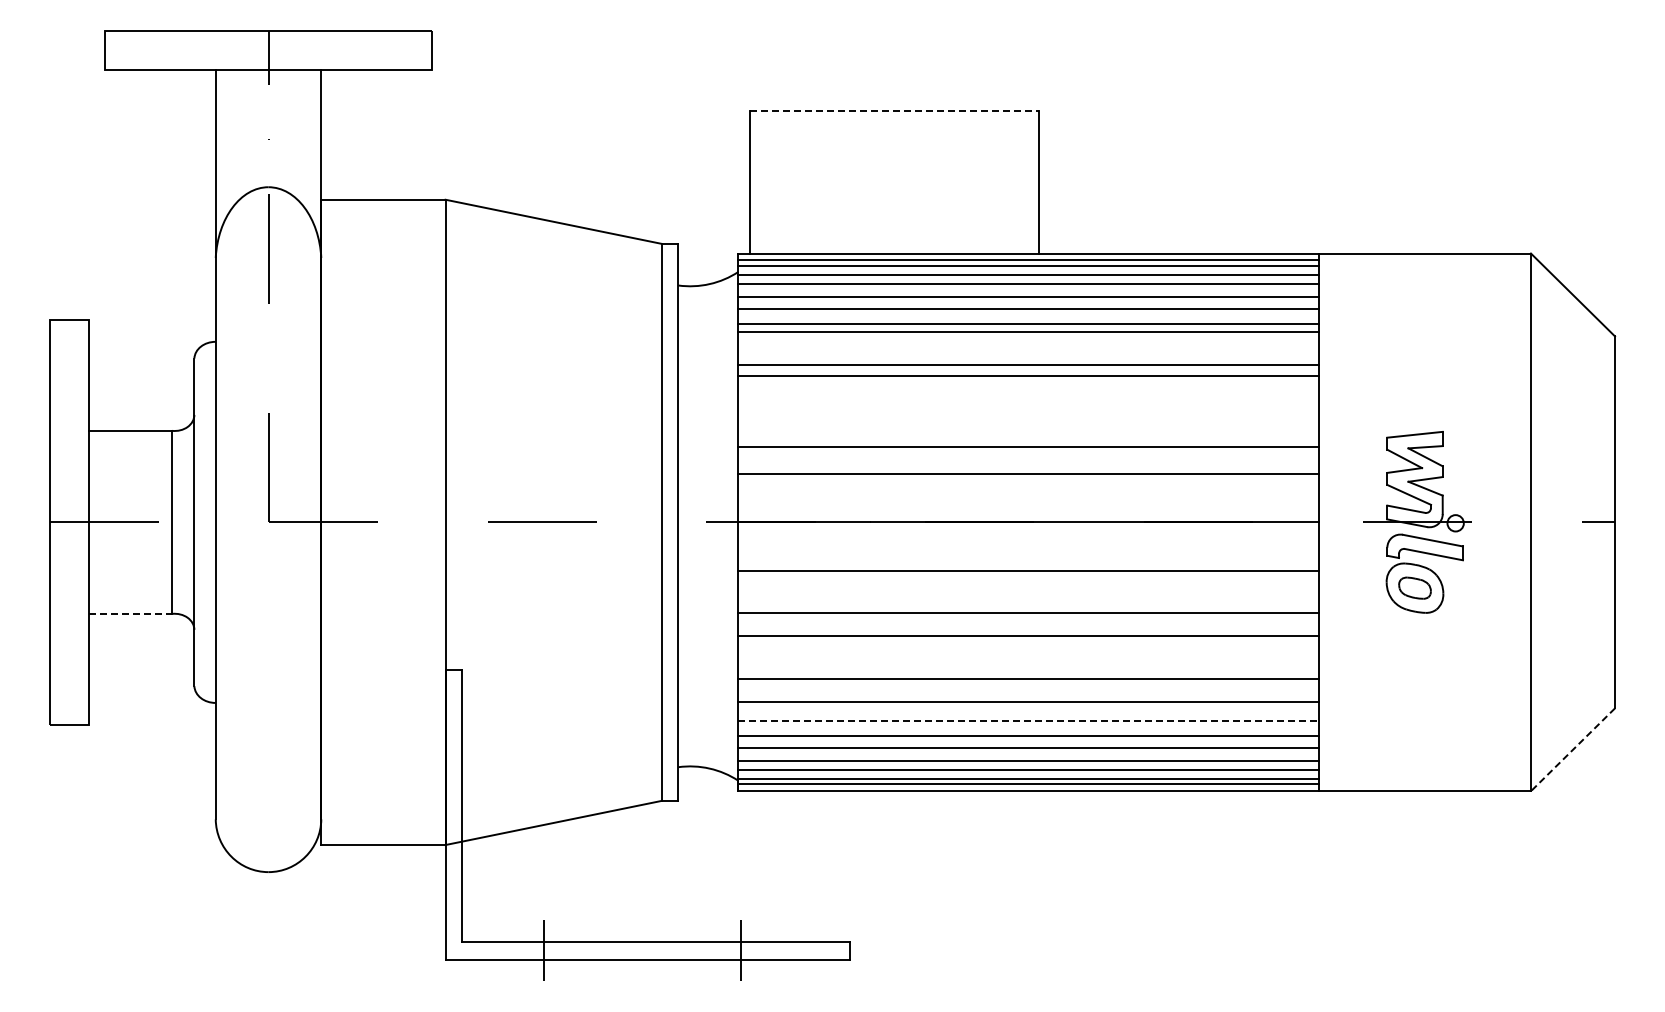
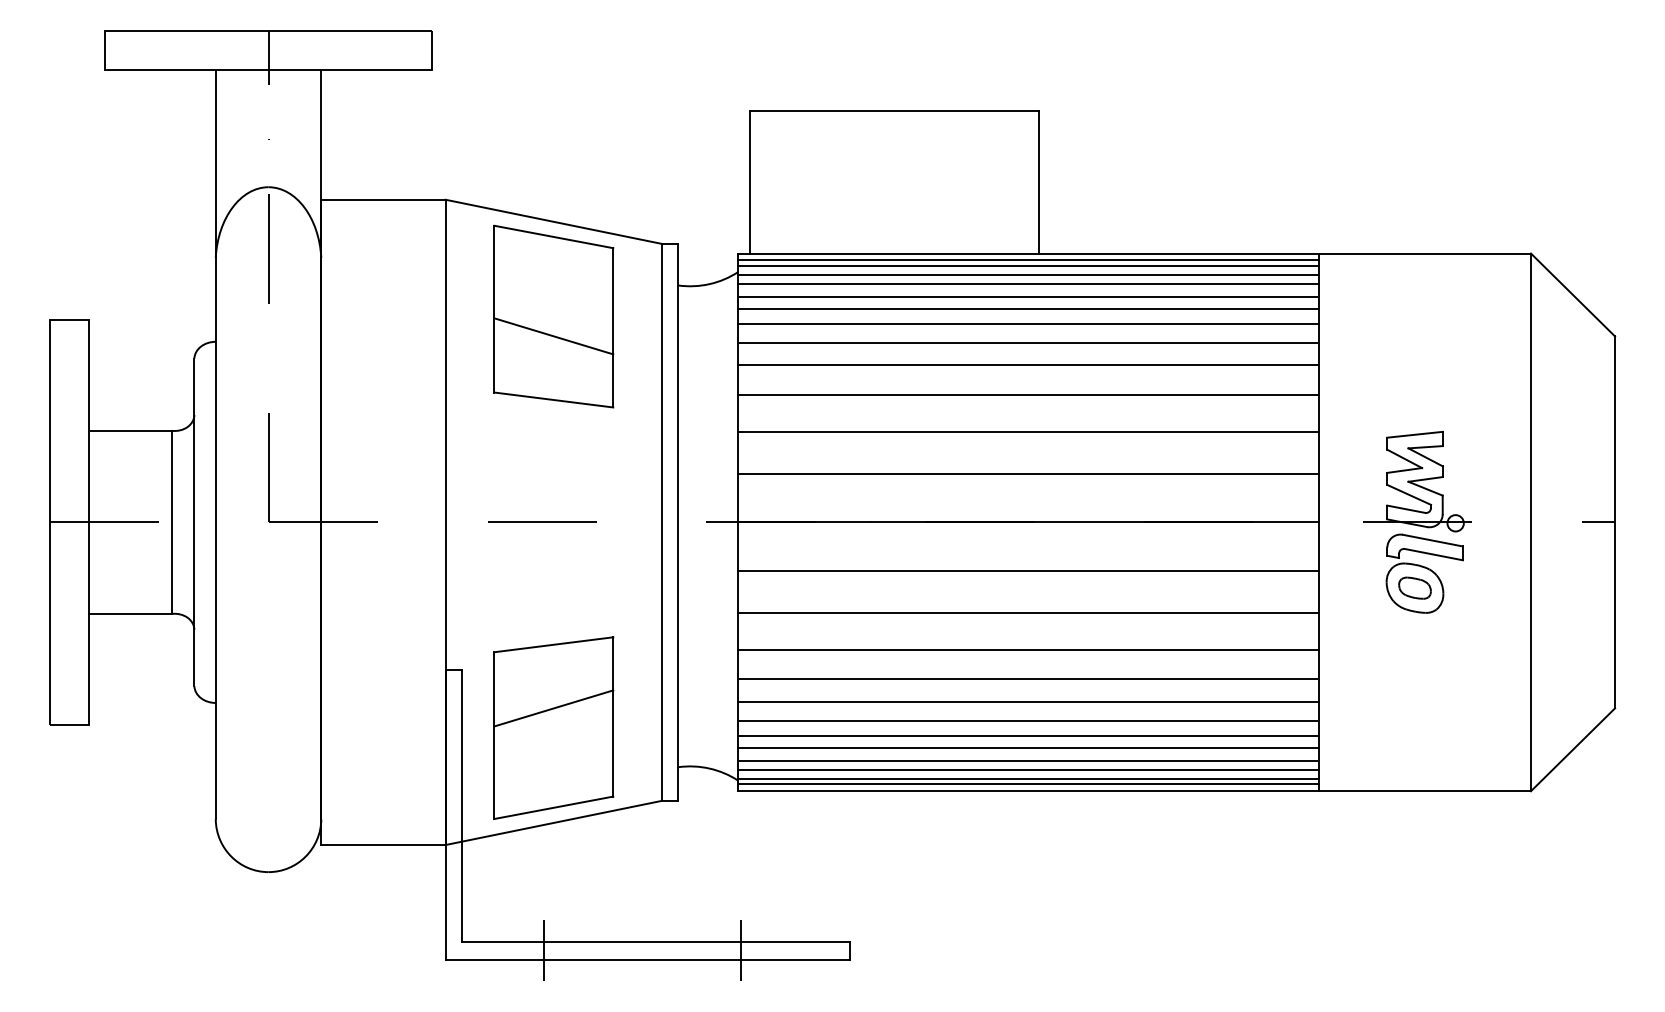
line at (895, 111): dashed -> solid
part at (553, 316): none -> present
line at (1028, 331) position: (1028, 331) -> (1028, 342)
line at (1028, 376) position: (1028, 376) -> (1028, 395)
line at (1027, 446) position: (1027, 446) -> (1027, 431)
line at (131, 613): dashed -> solid
line at (1028, 635) position: (1028, 635) -> (1028, 649)
line at (1029, 721): dashed -> solid
part at (553, 727): none -> present
line at (1572, 750): dashed -> solid
